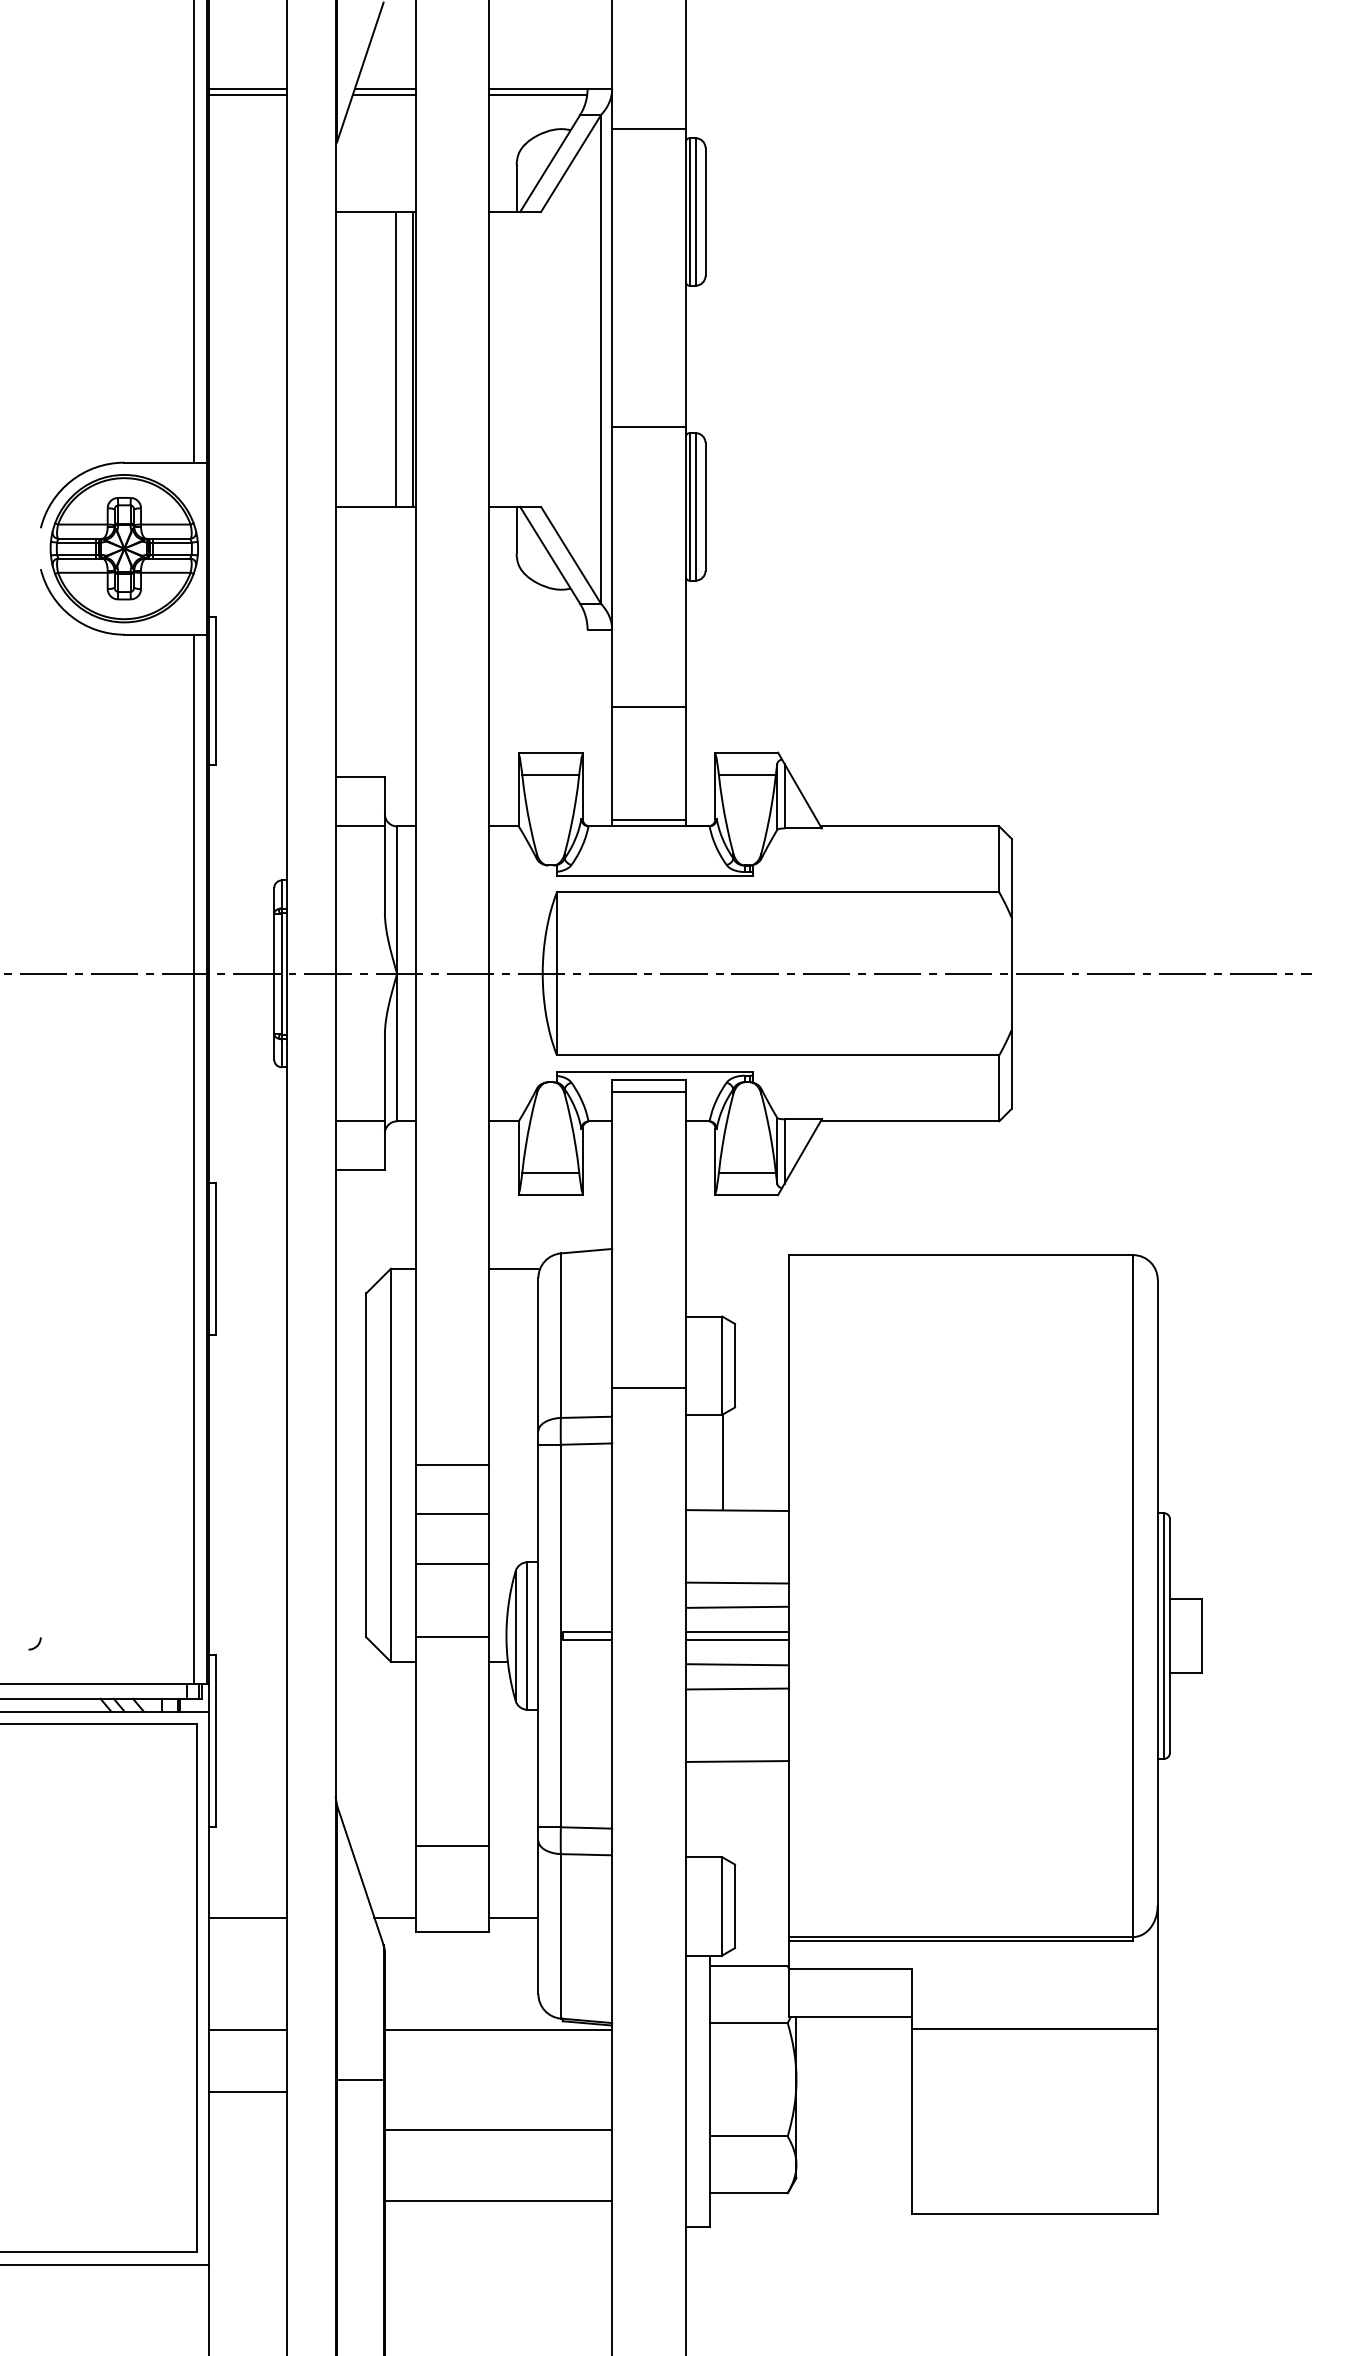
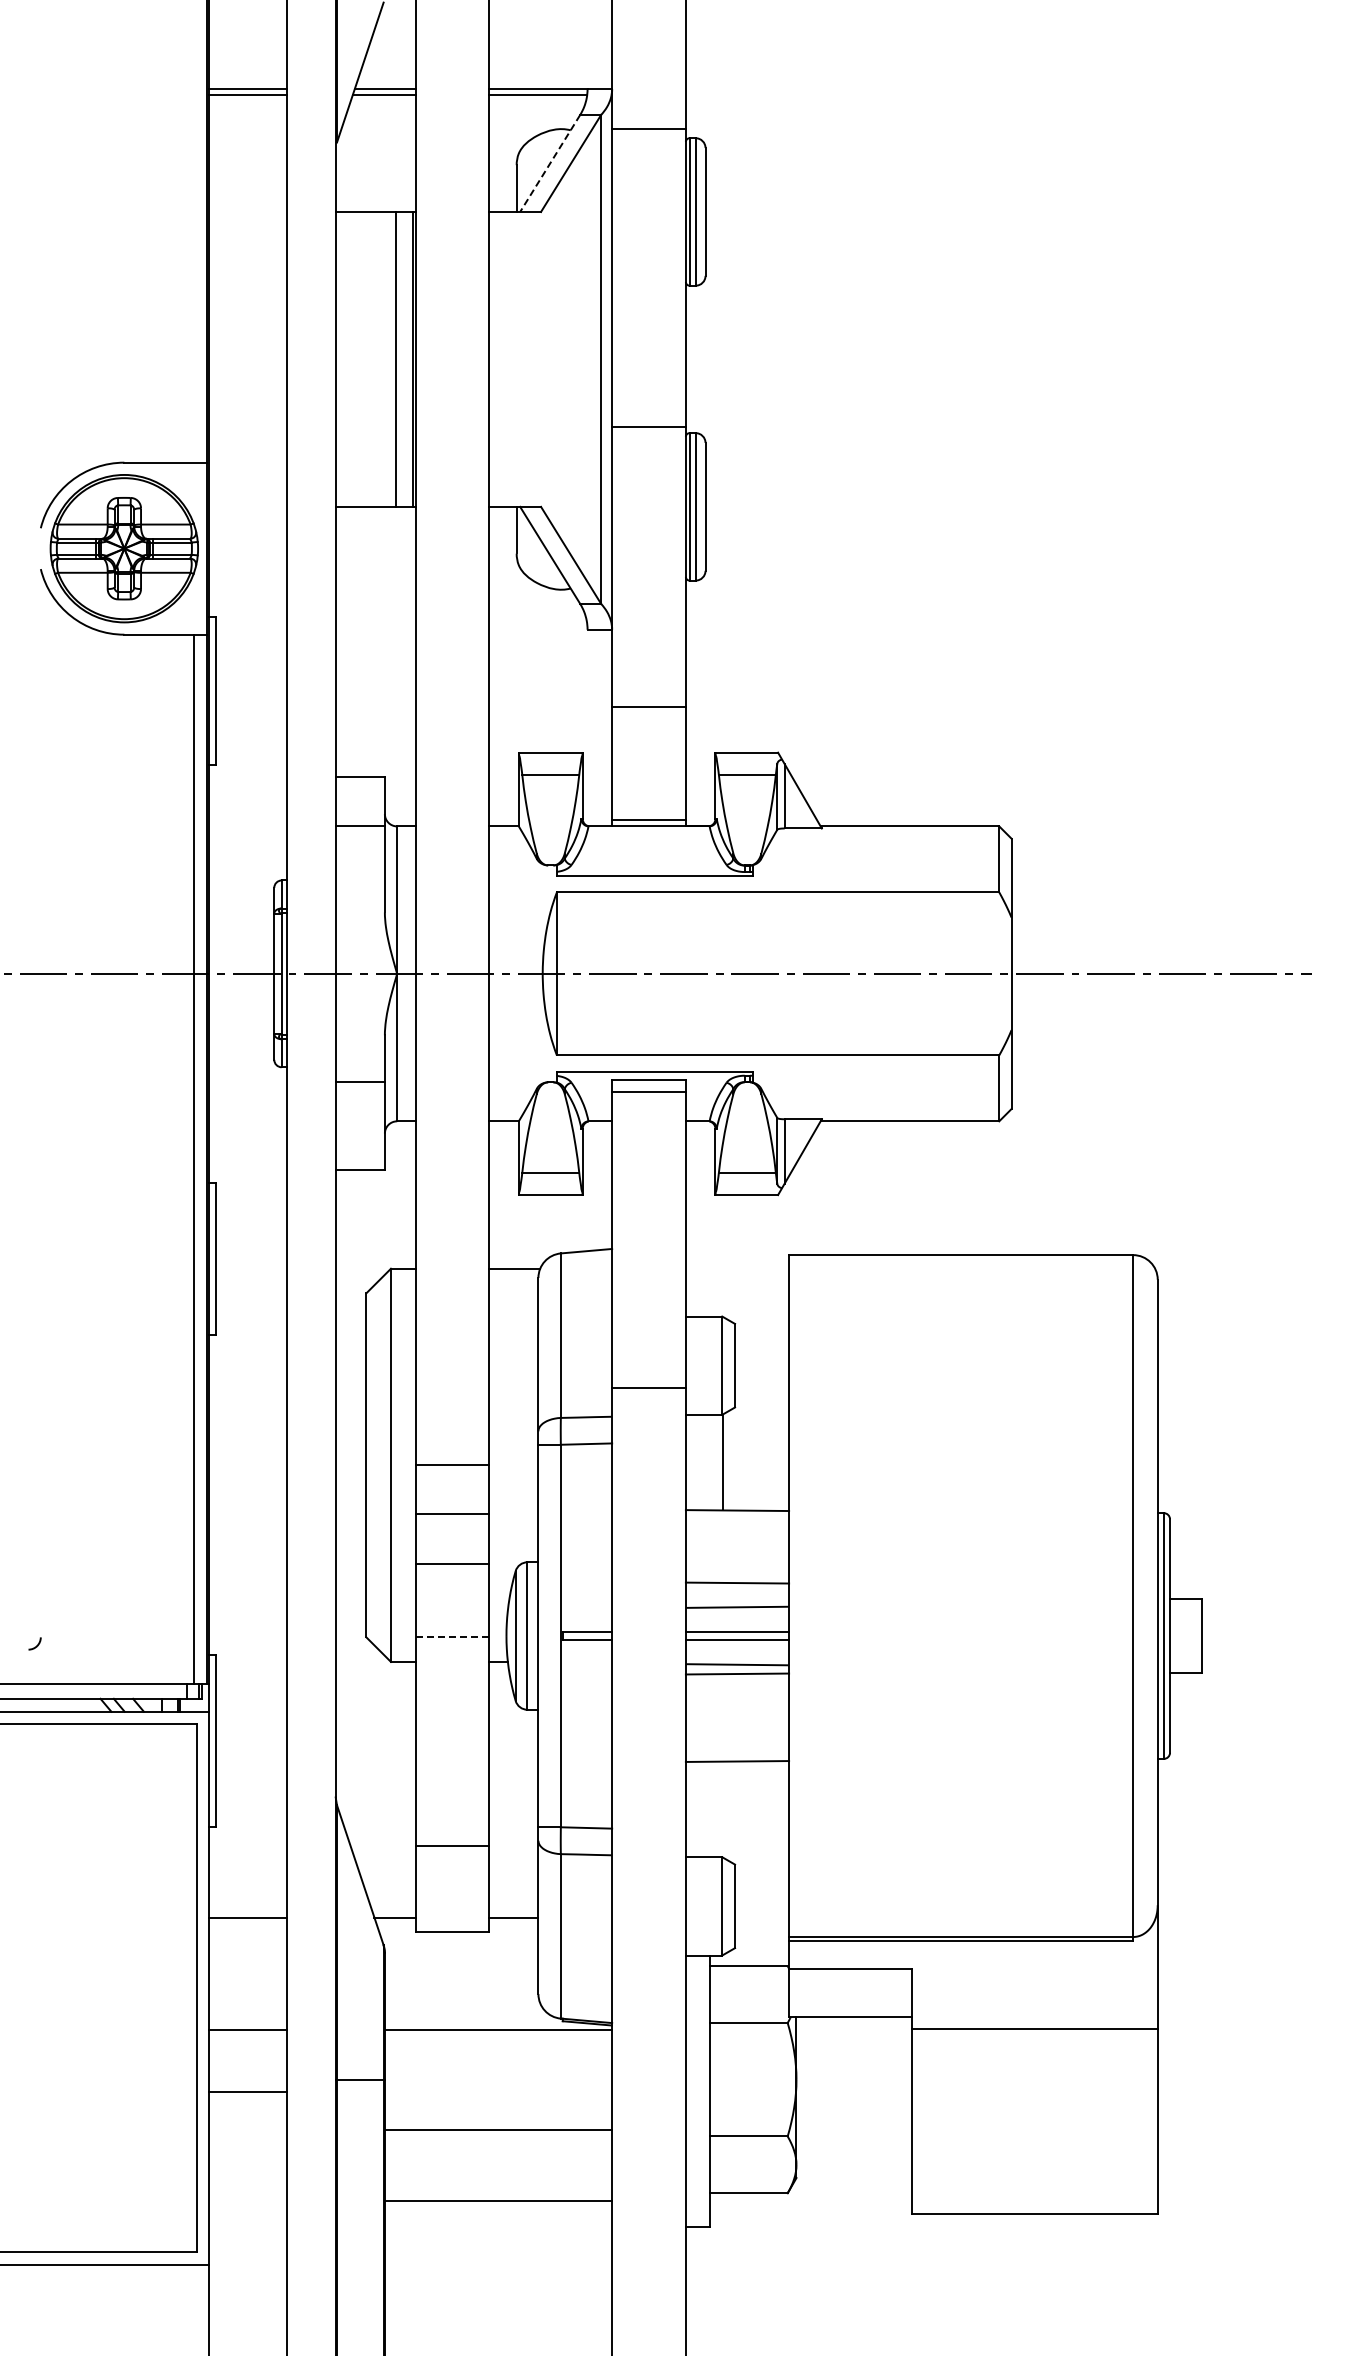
line at (549, 163): solid -> dashed
line at (194, 232): present -> none
line at (359, 1121) position: (359, 1121) -> (359, 1082)
line at (452, 1637): solid -> dashed
line at (737, 1688) position: (737, 1688) -> (737, 1673)
